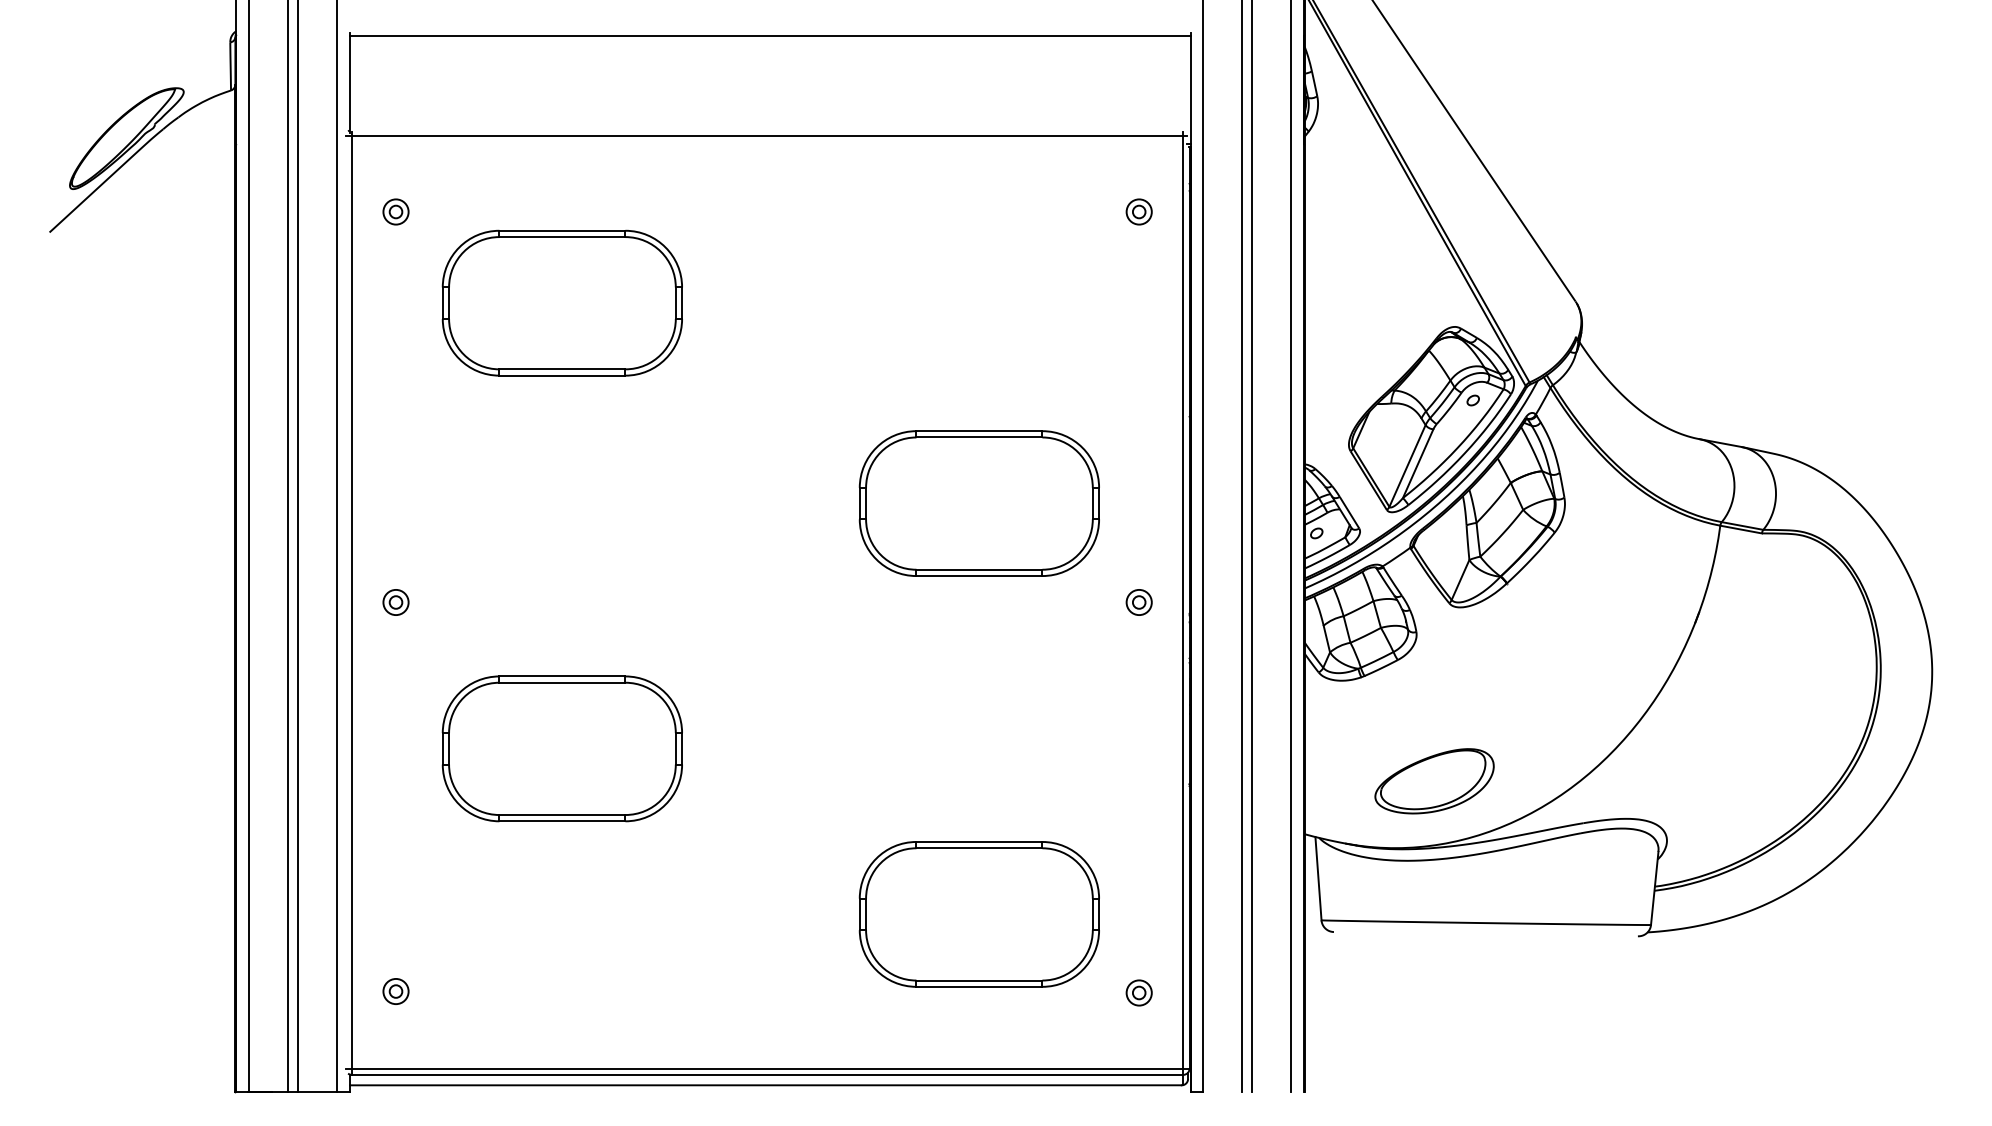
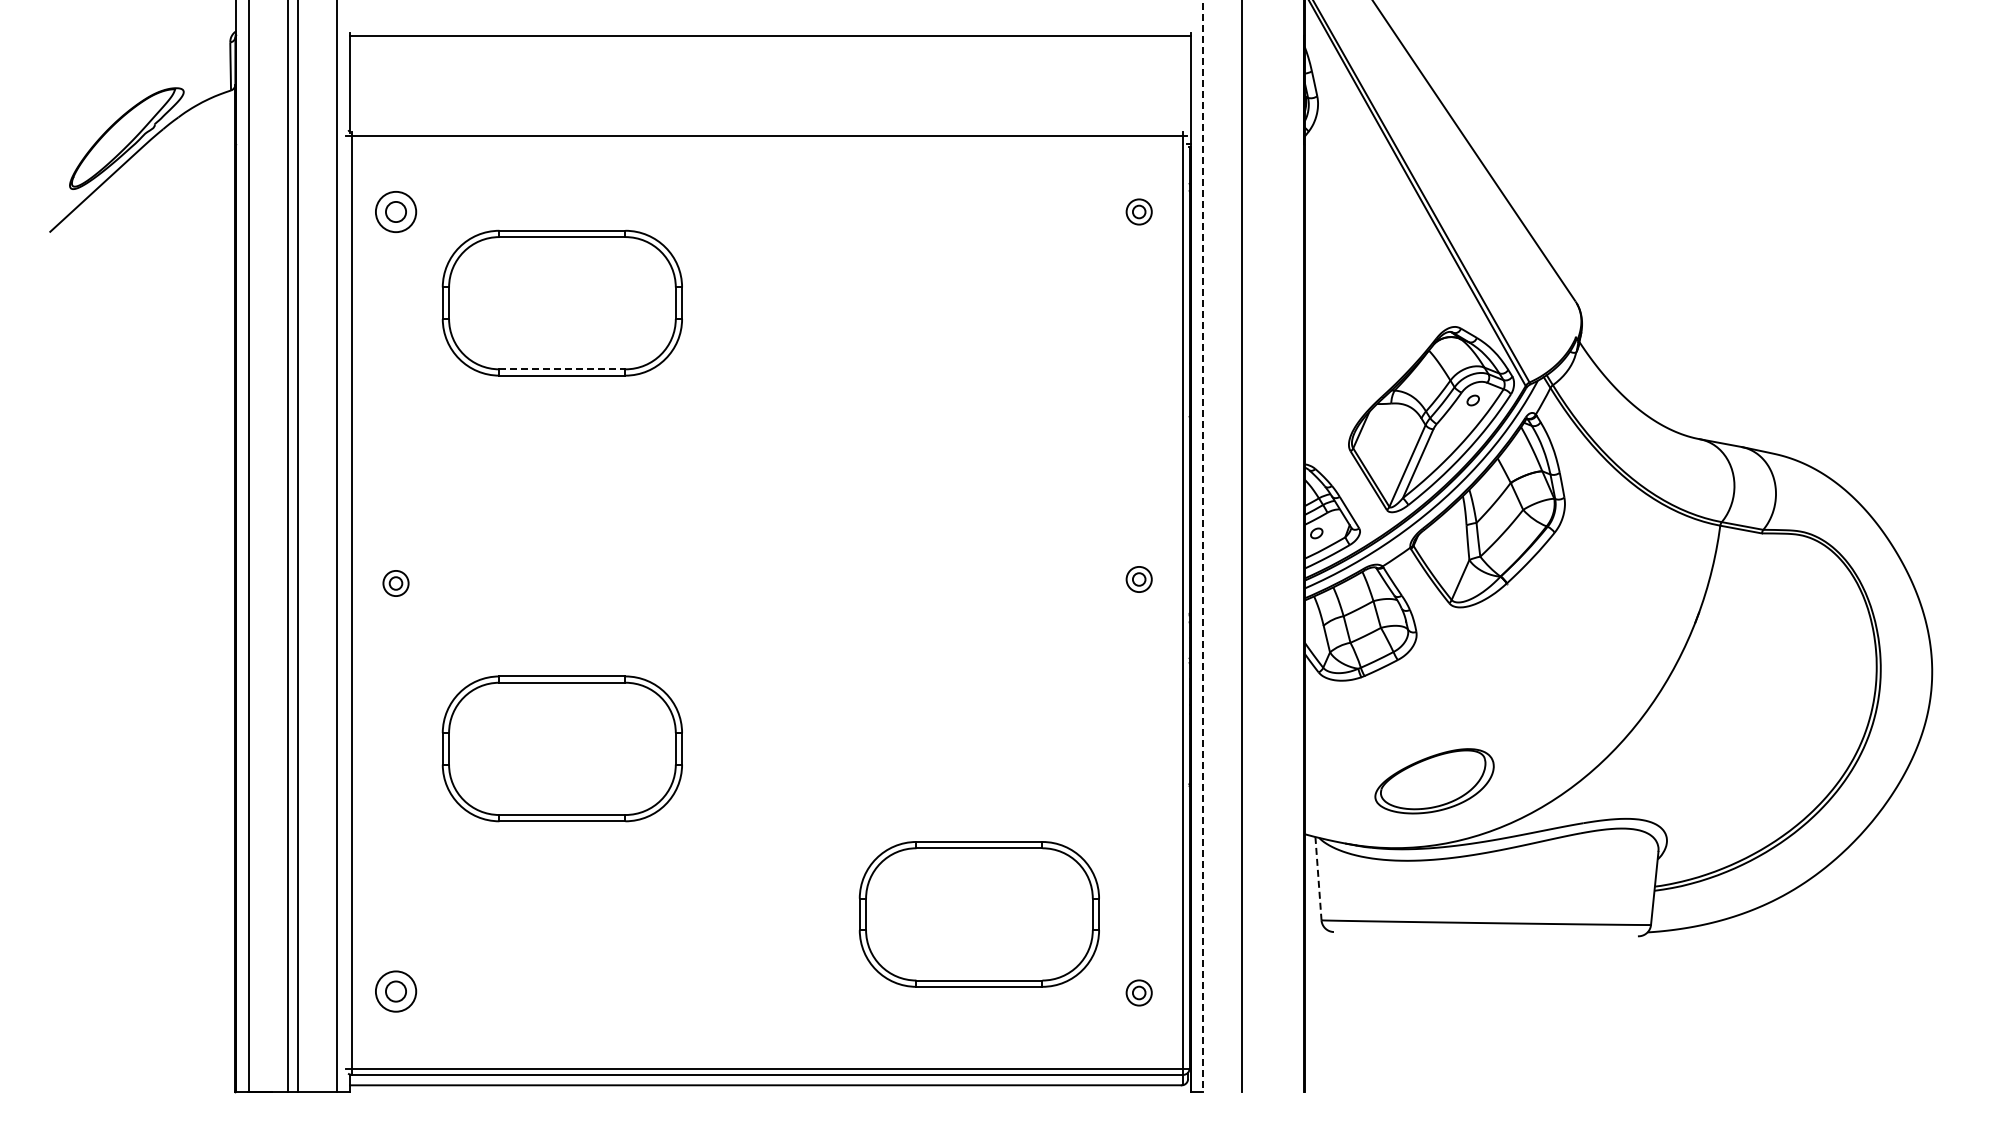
part at (395, 211) size: 28x28 px -> 43x42 px
line at (562, 369): solid -> dashed
part at (978, 503): present -> none
line at (1203, 546): solid -> dashed
line at (1252, 546): present -> none
line at (1291, 546): present -> none
part at (395, 602) position: (395, 602) -> (395, 583)
part at (1138, 602) position: (1138, 602) -> (1138, 579)
line at (1318, 878): solid -> dashed
part at (395, 991) size: 28x27 px -> 43x43 px
